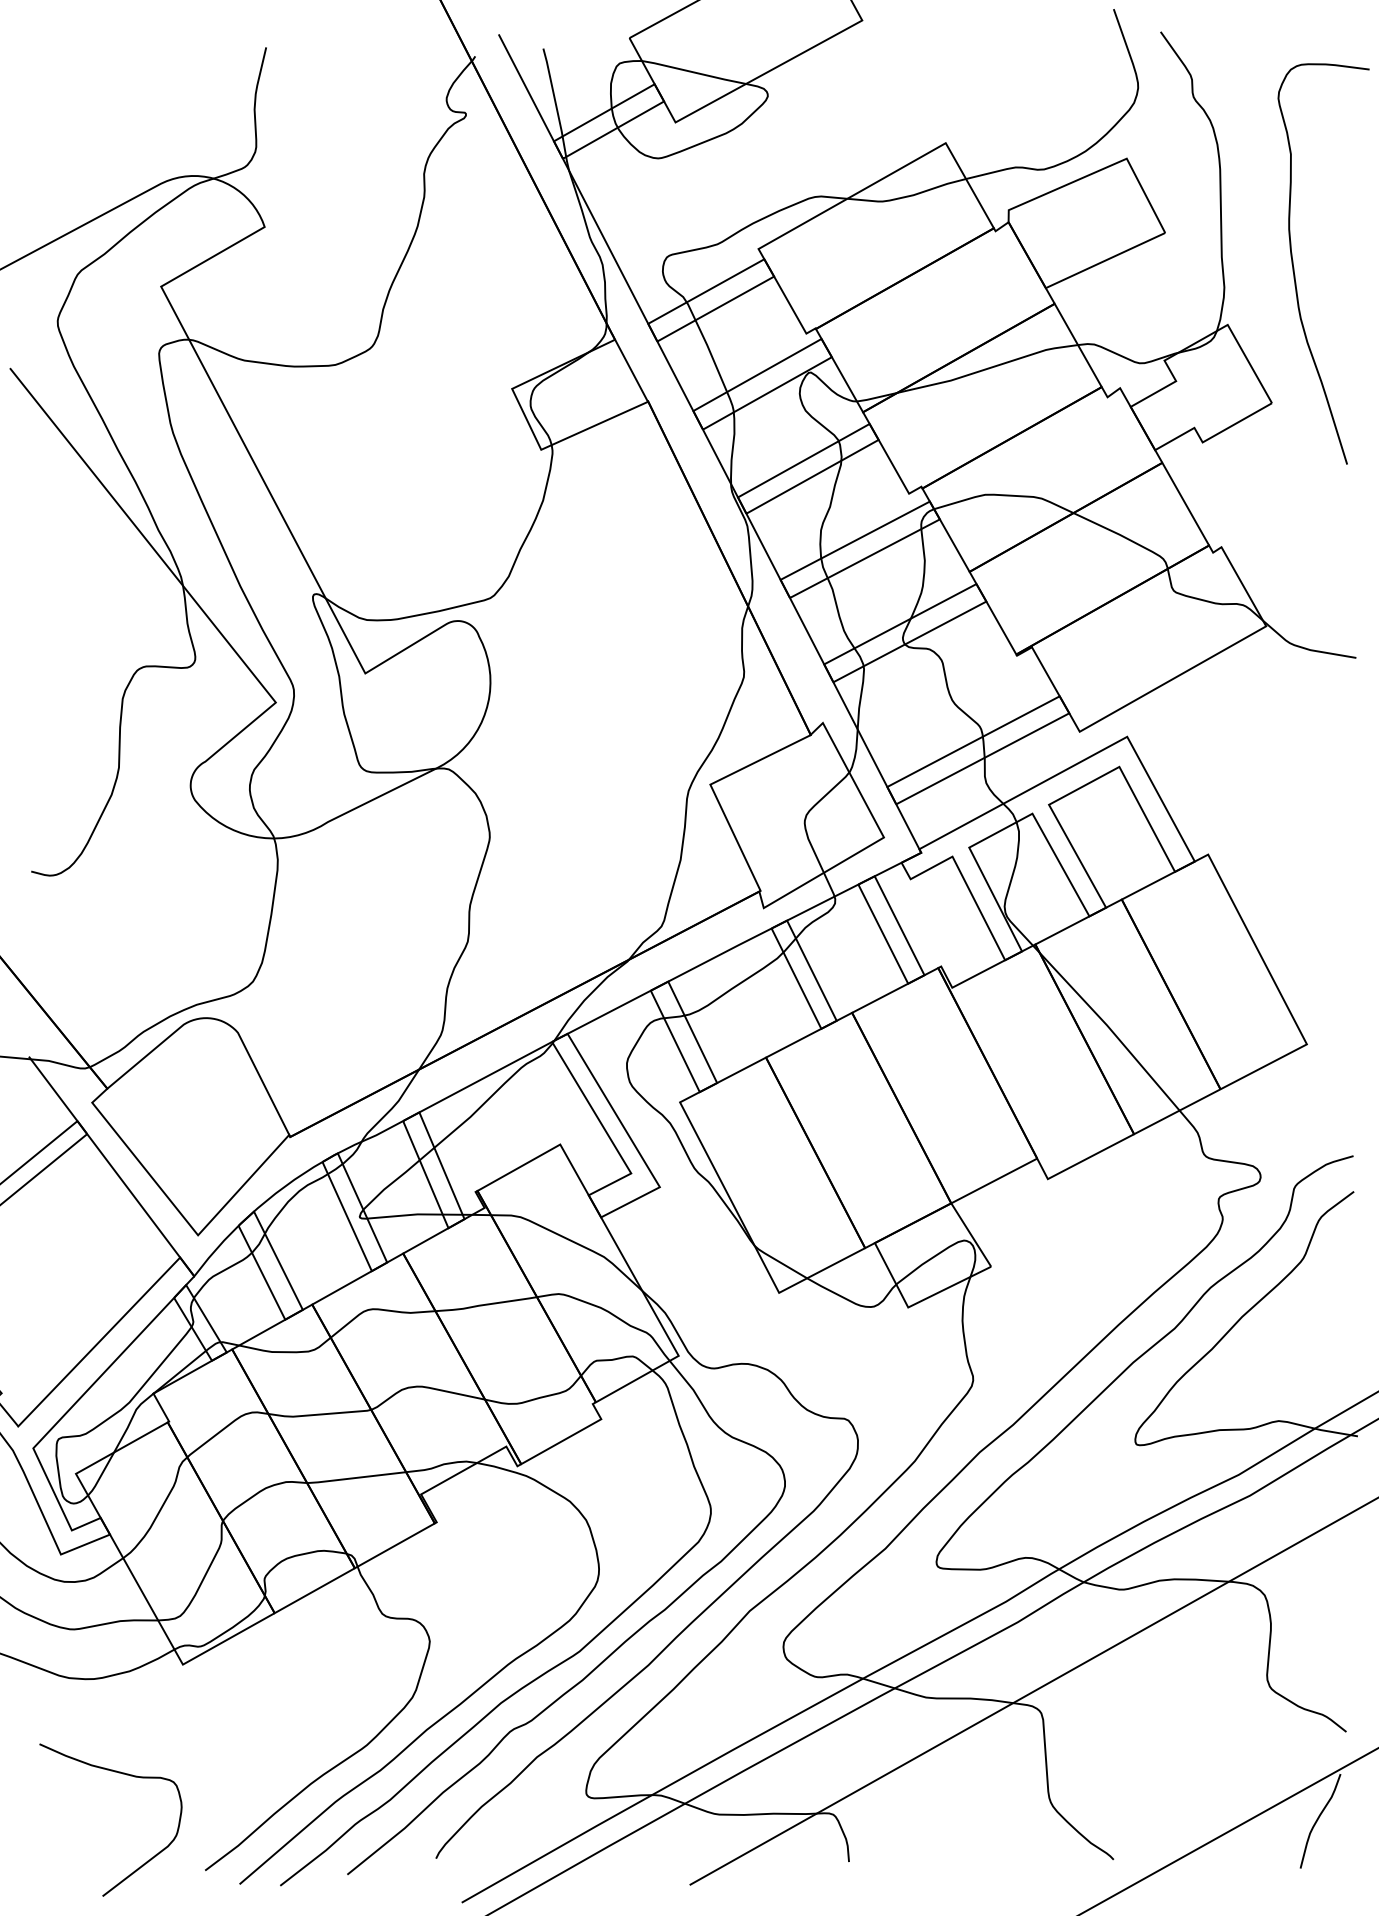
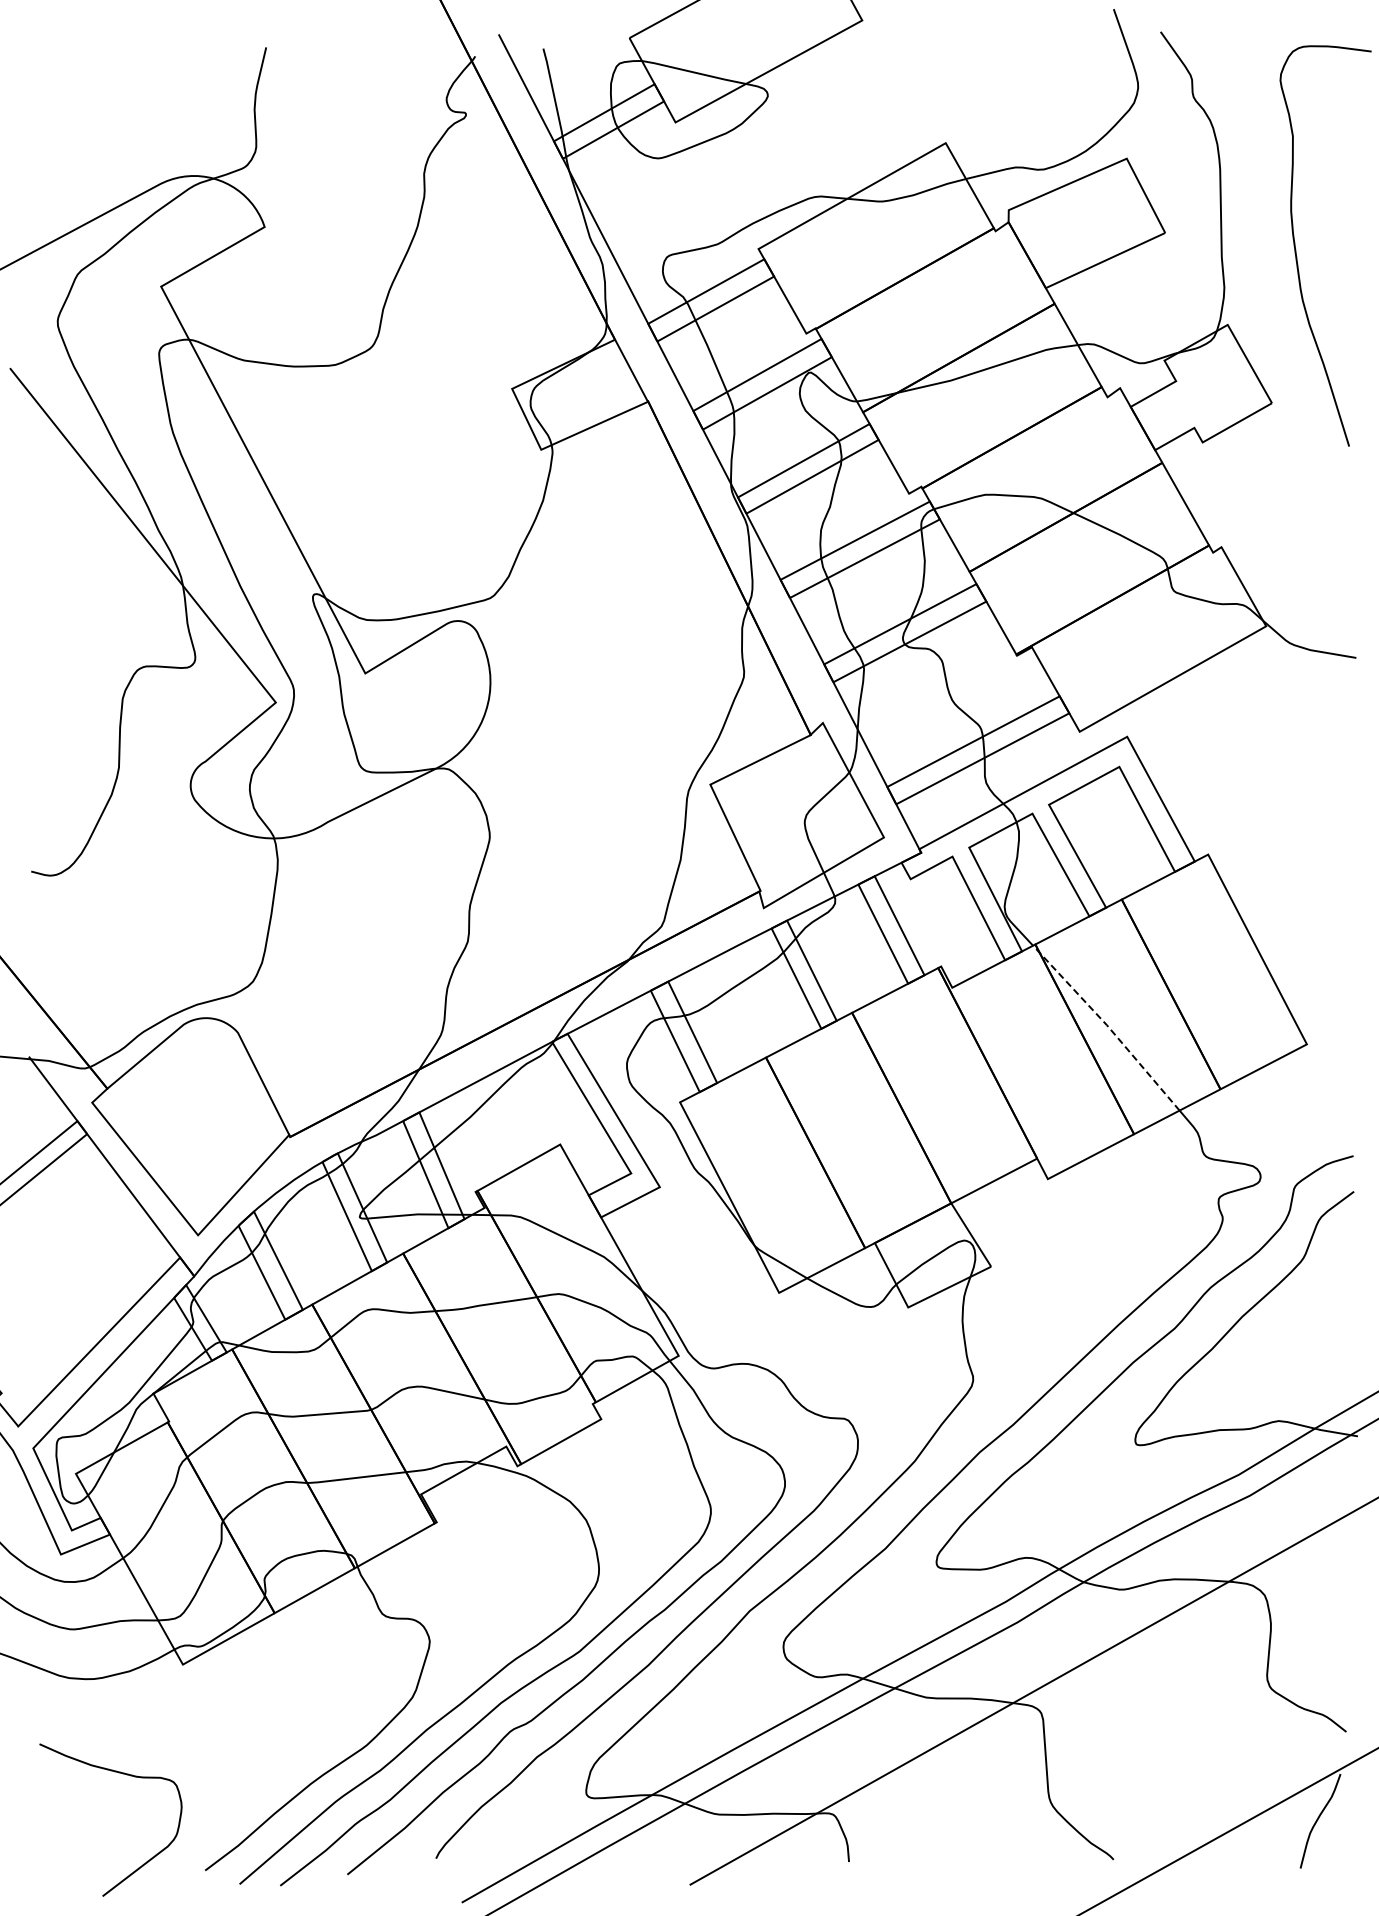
curve at (1294, 267) position: (1294, 267) -> (1296, 249)
line at (1107, 1025): solid -> dashed
